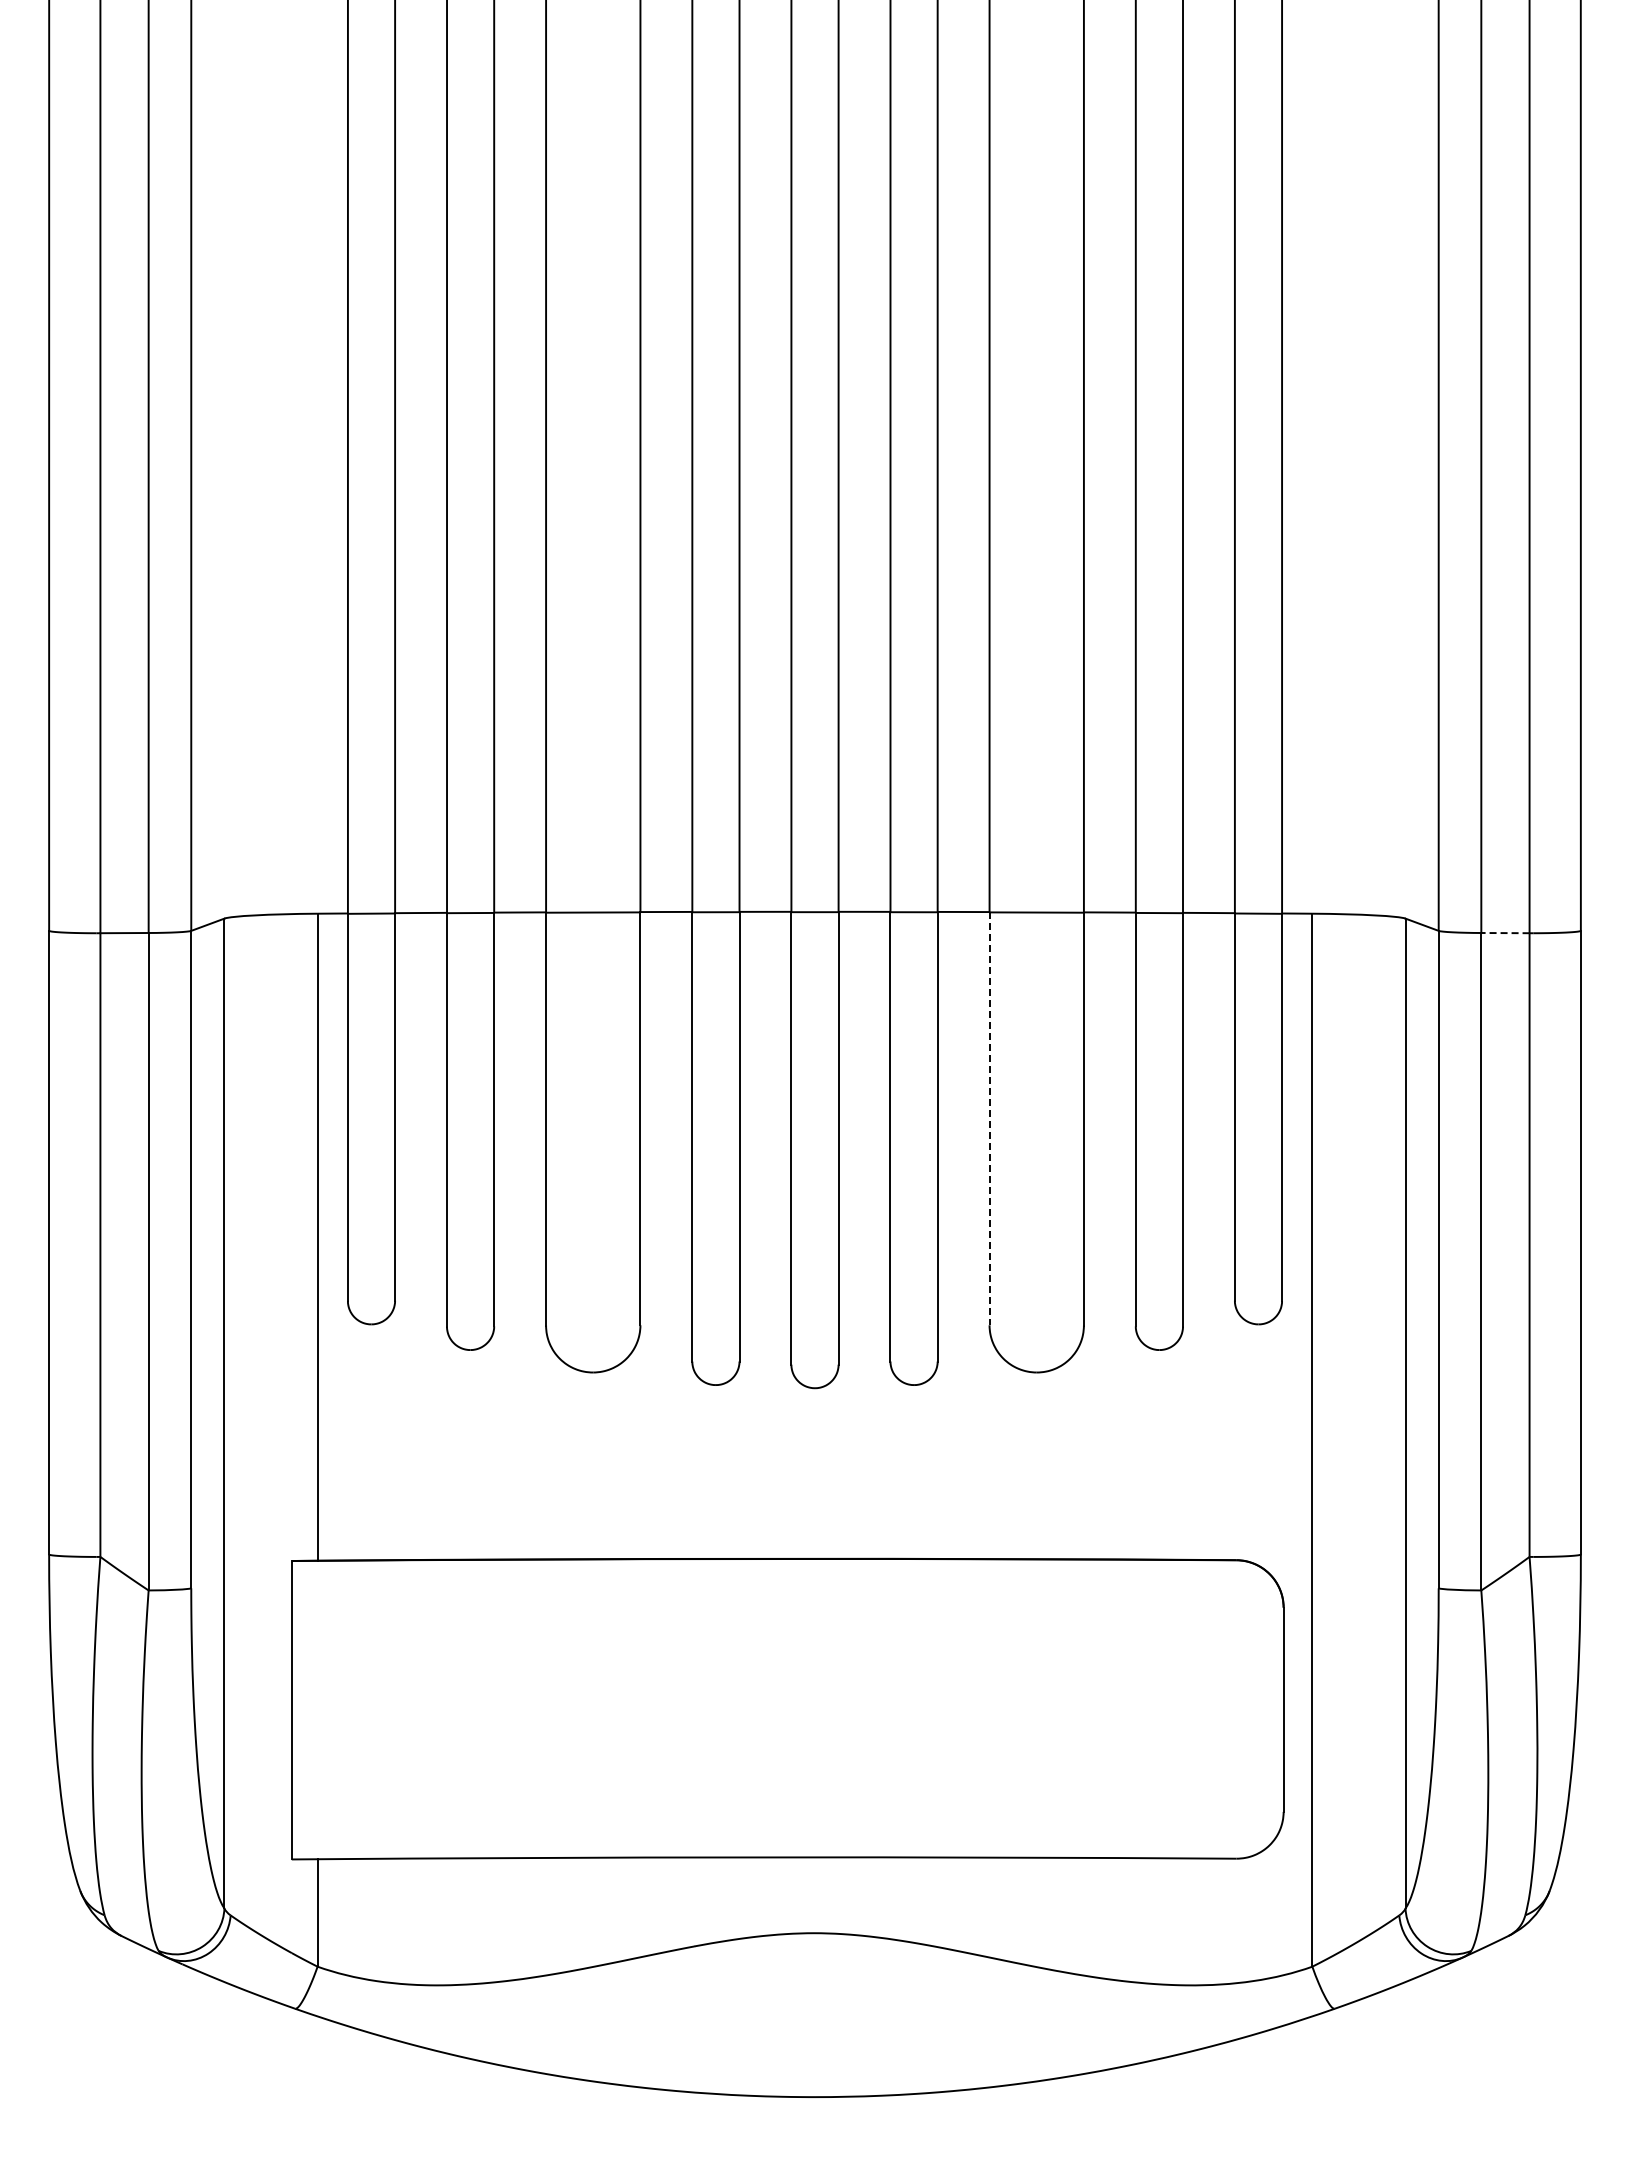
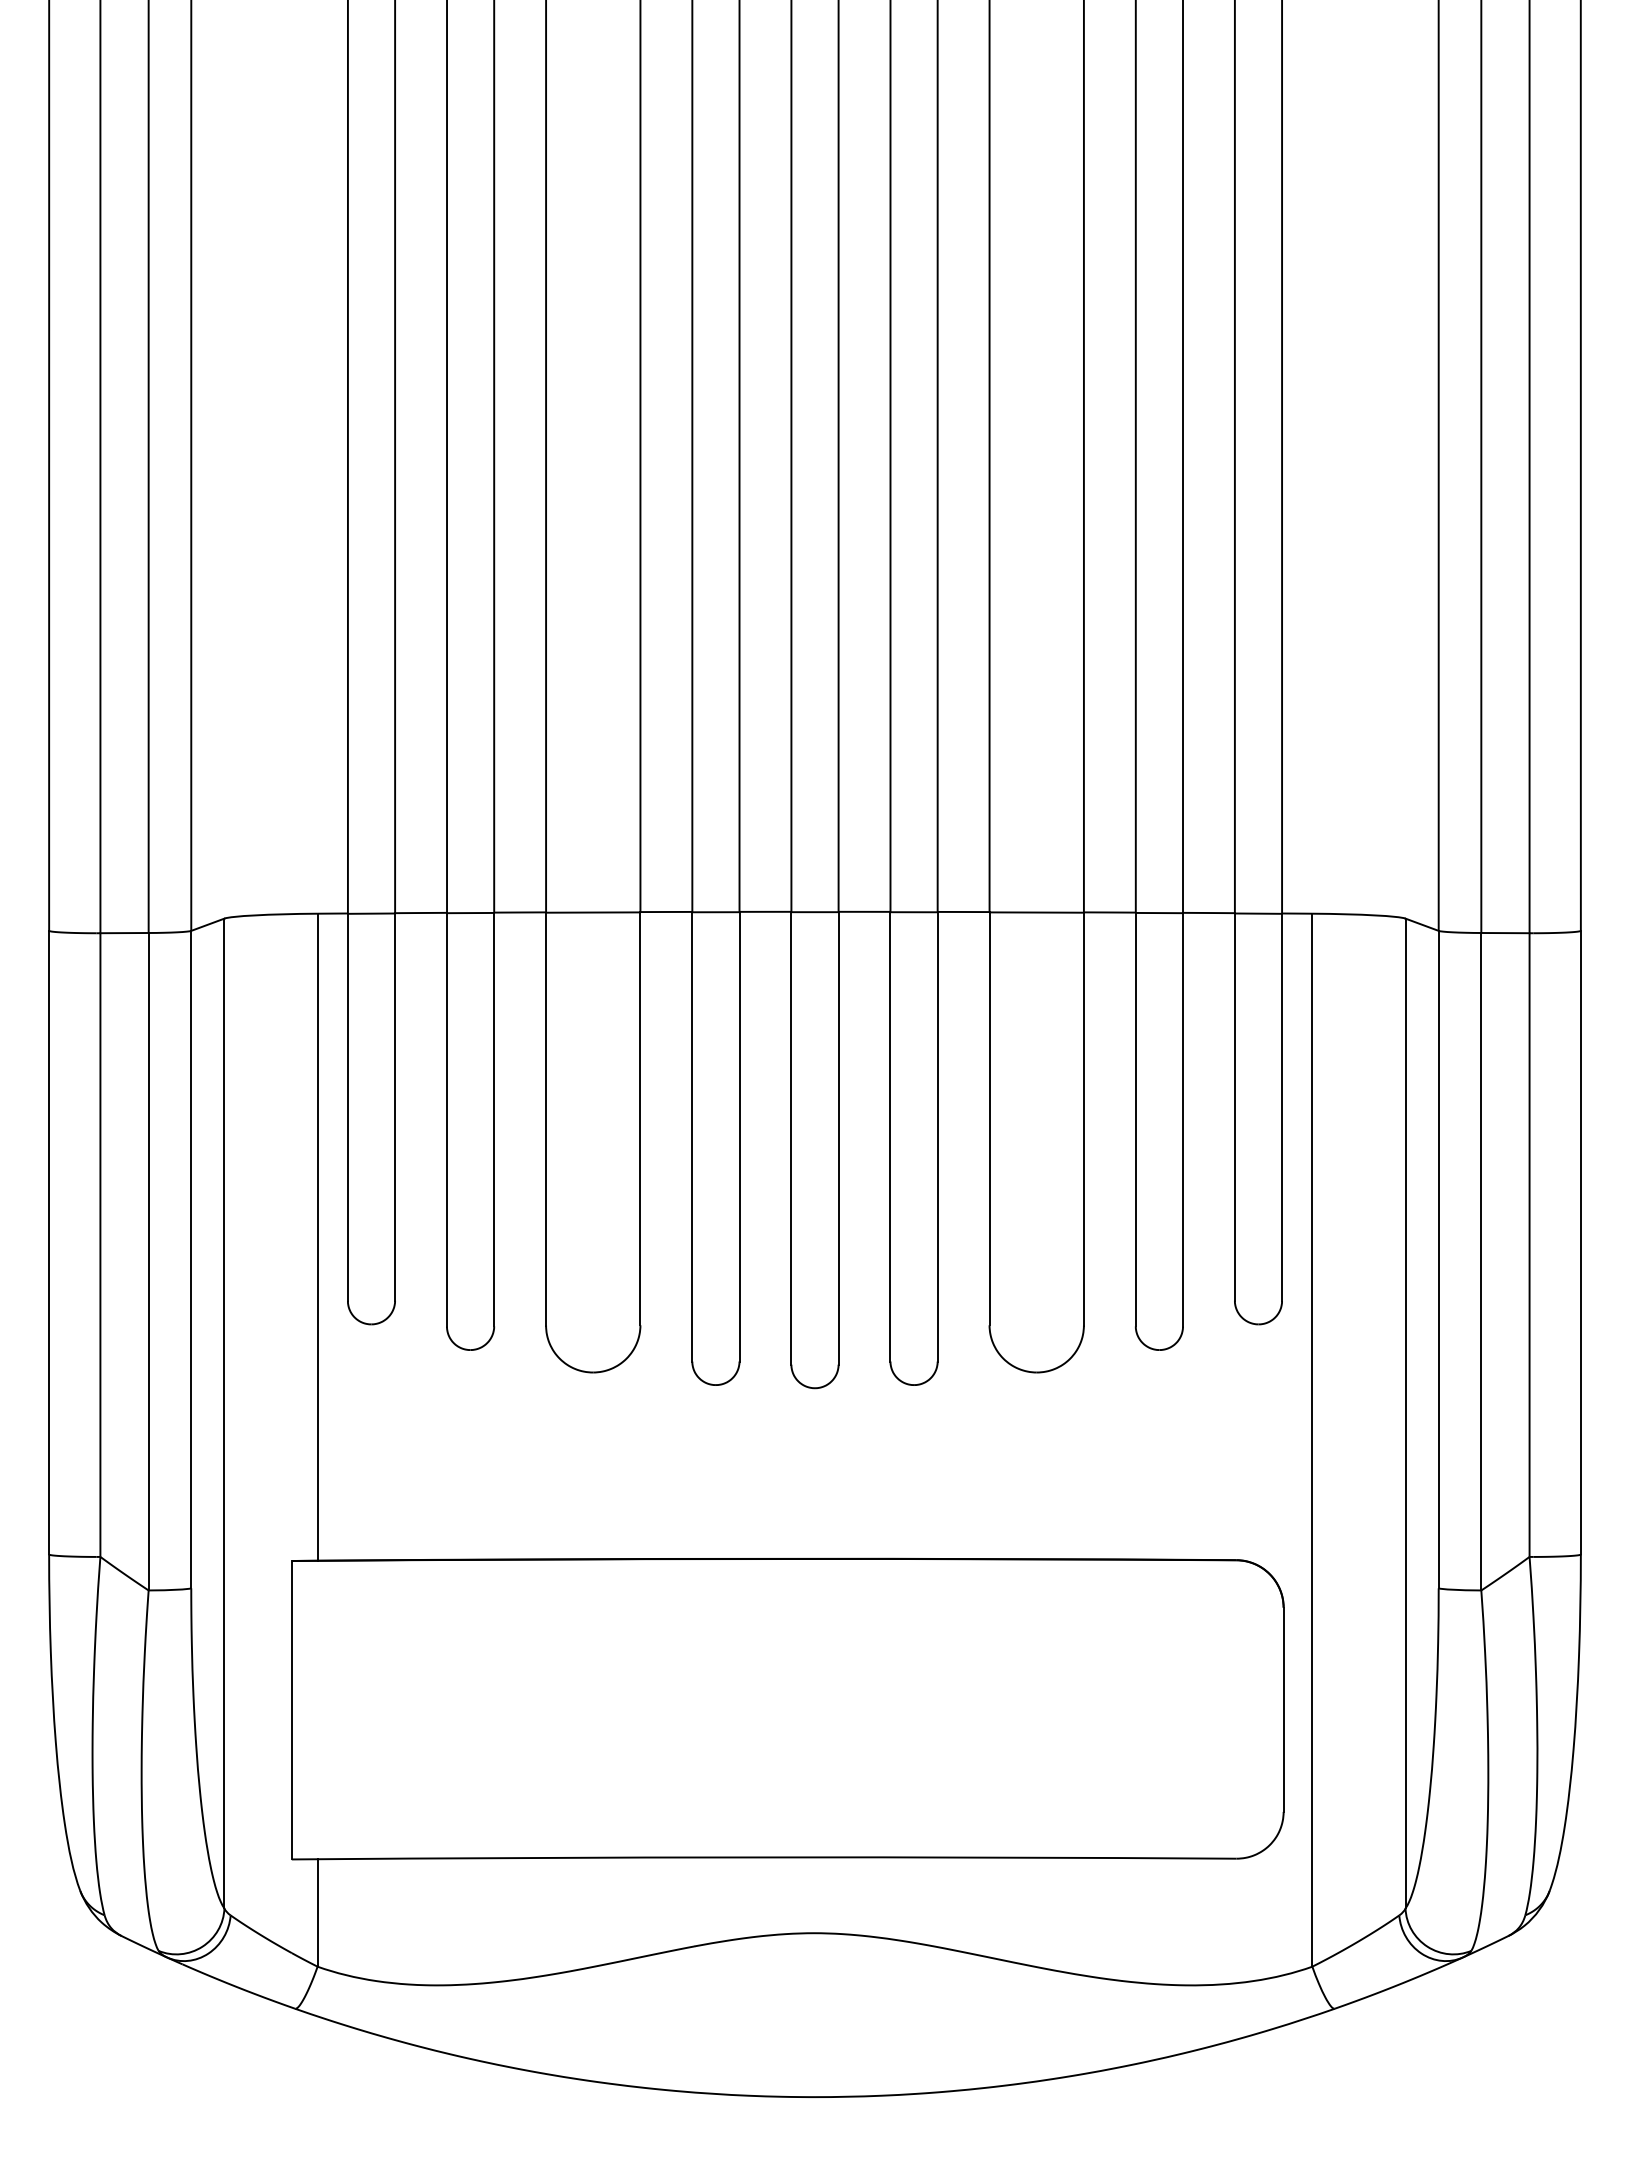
line at (1504, 933): dashed -> solid
line at (989, 1119): dashed -> solid
